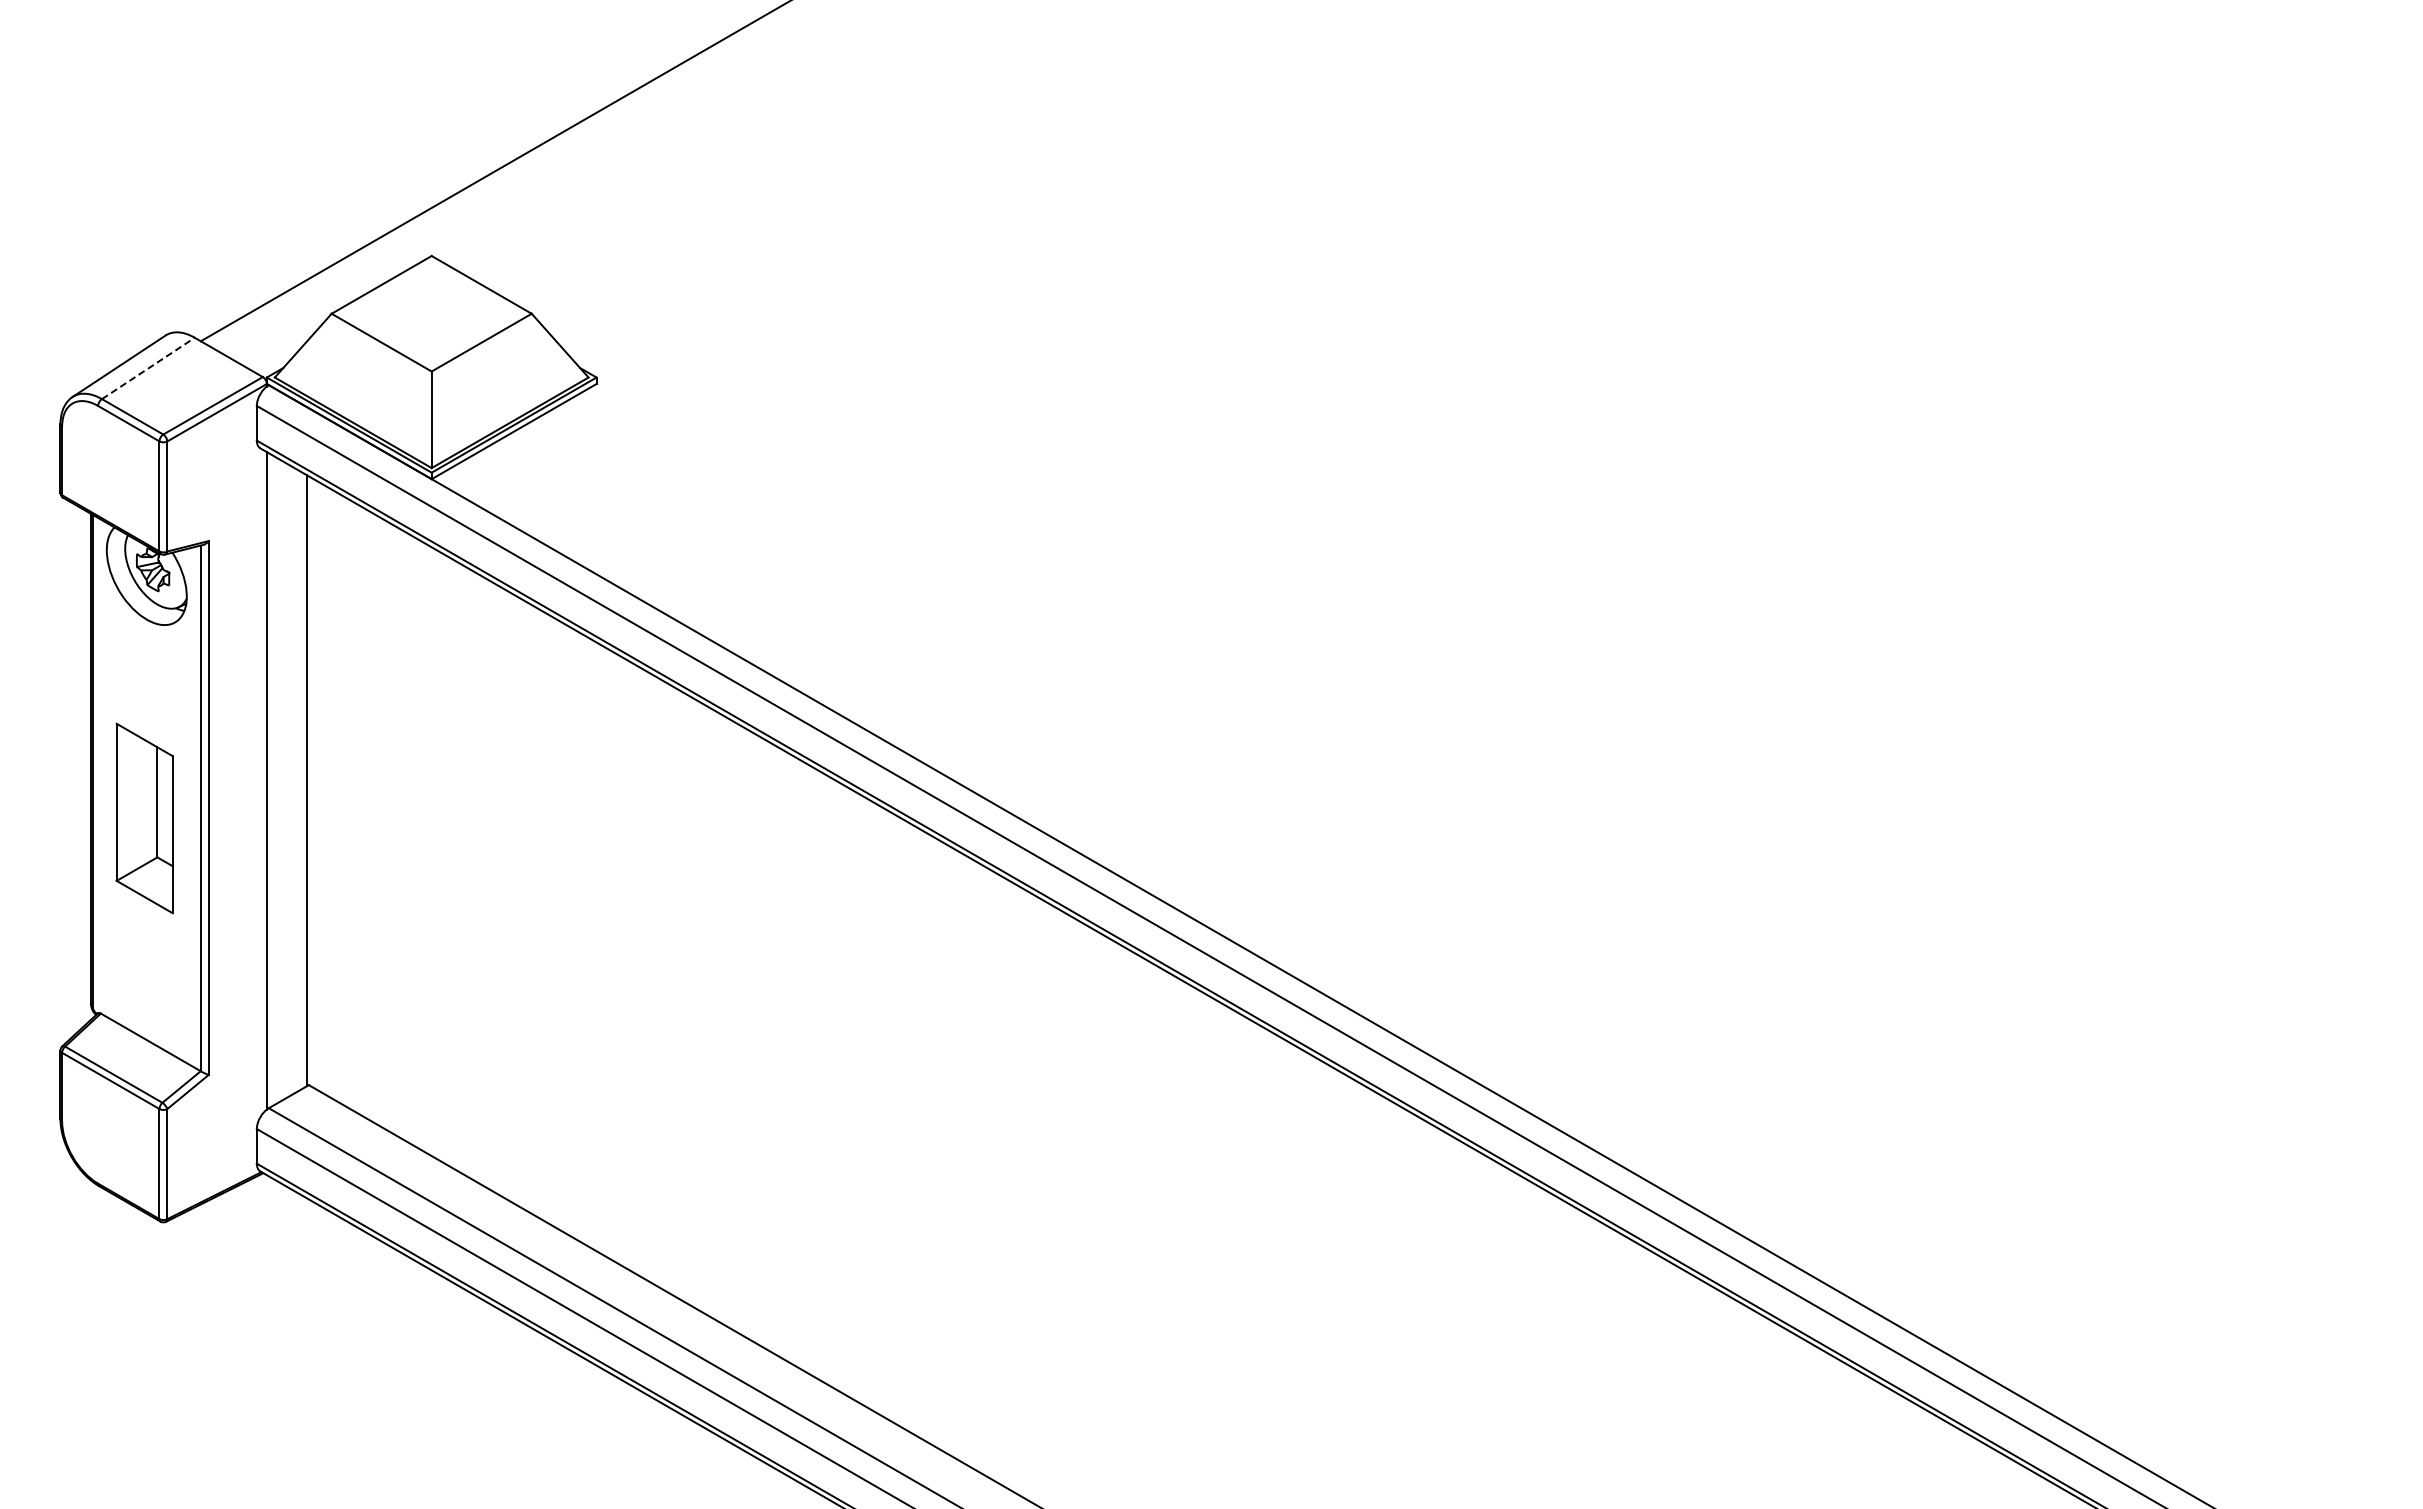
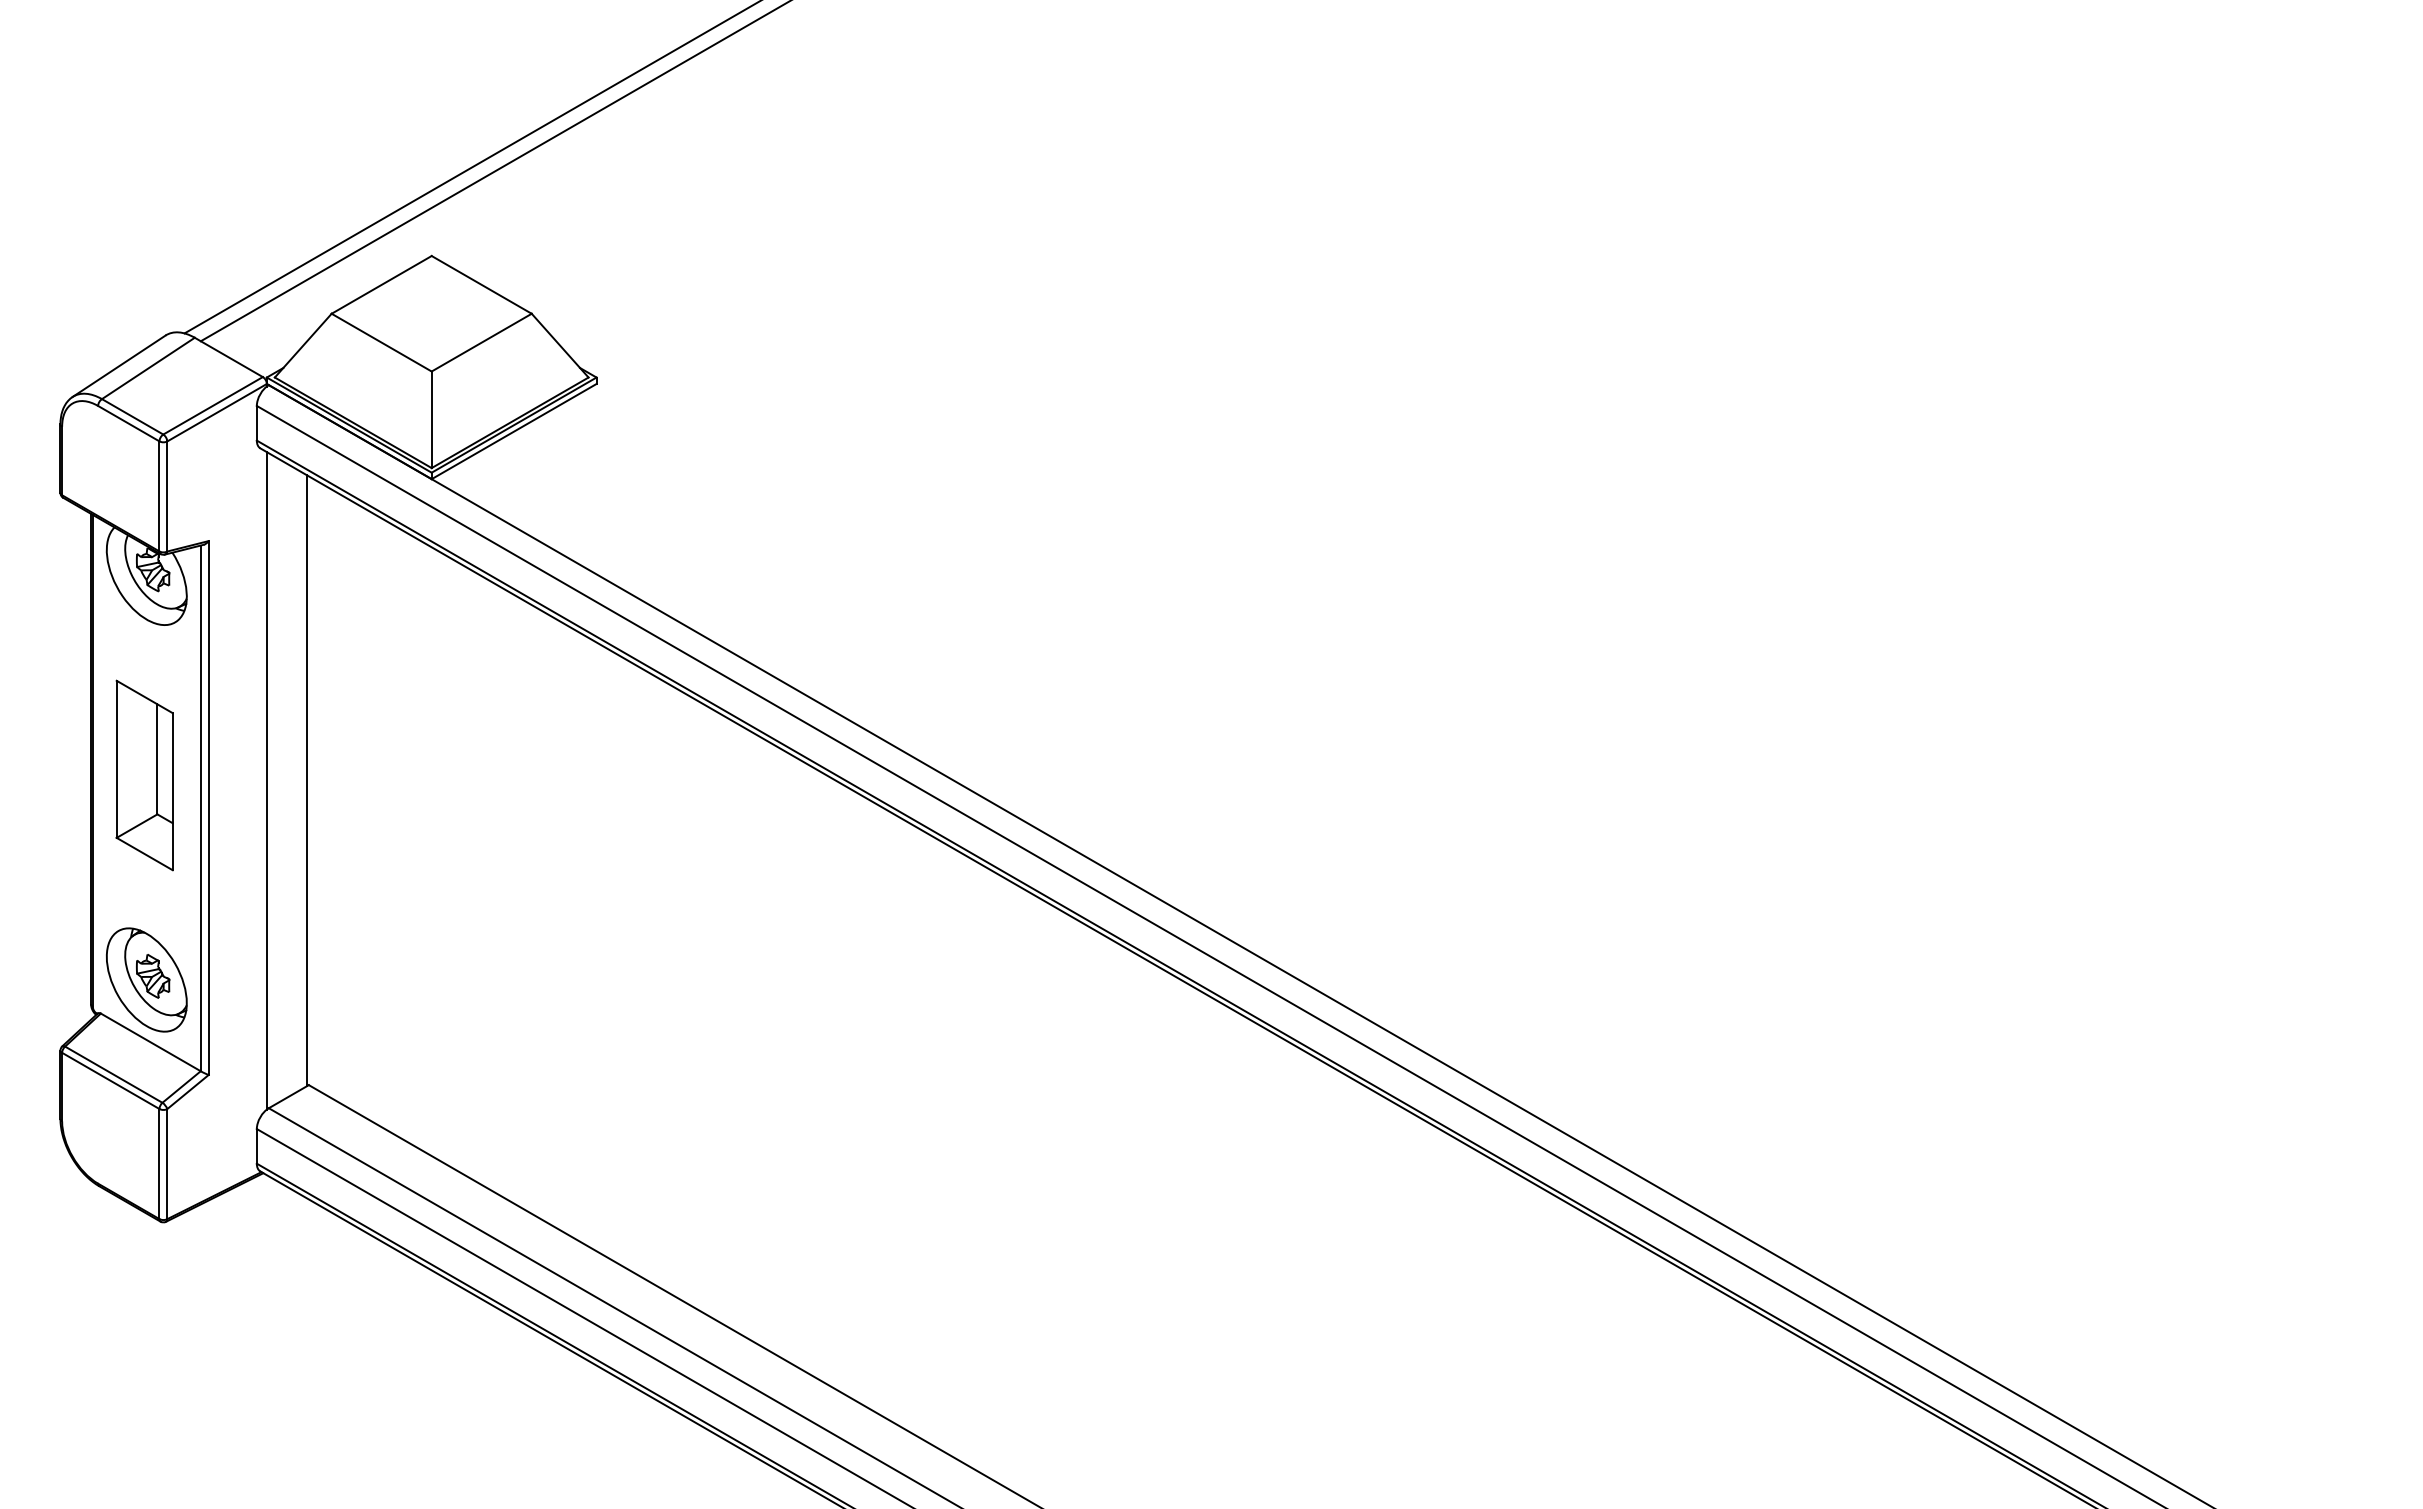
line at (471, 167): none -> present
line at (148, 368): dashed -> solid
part at (144, 818) position: (144, 818) -> (144, 775)
part at (146, 979): none -> present
